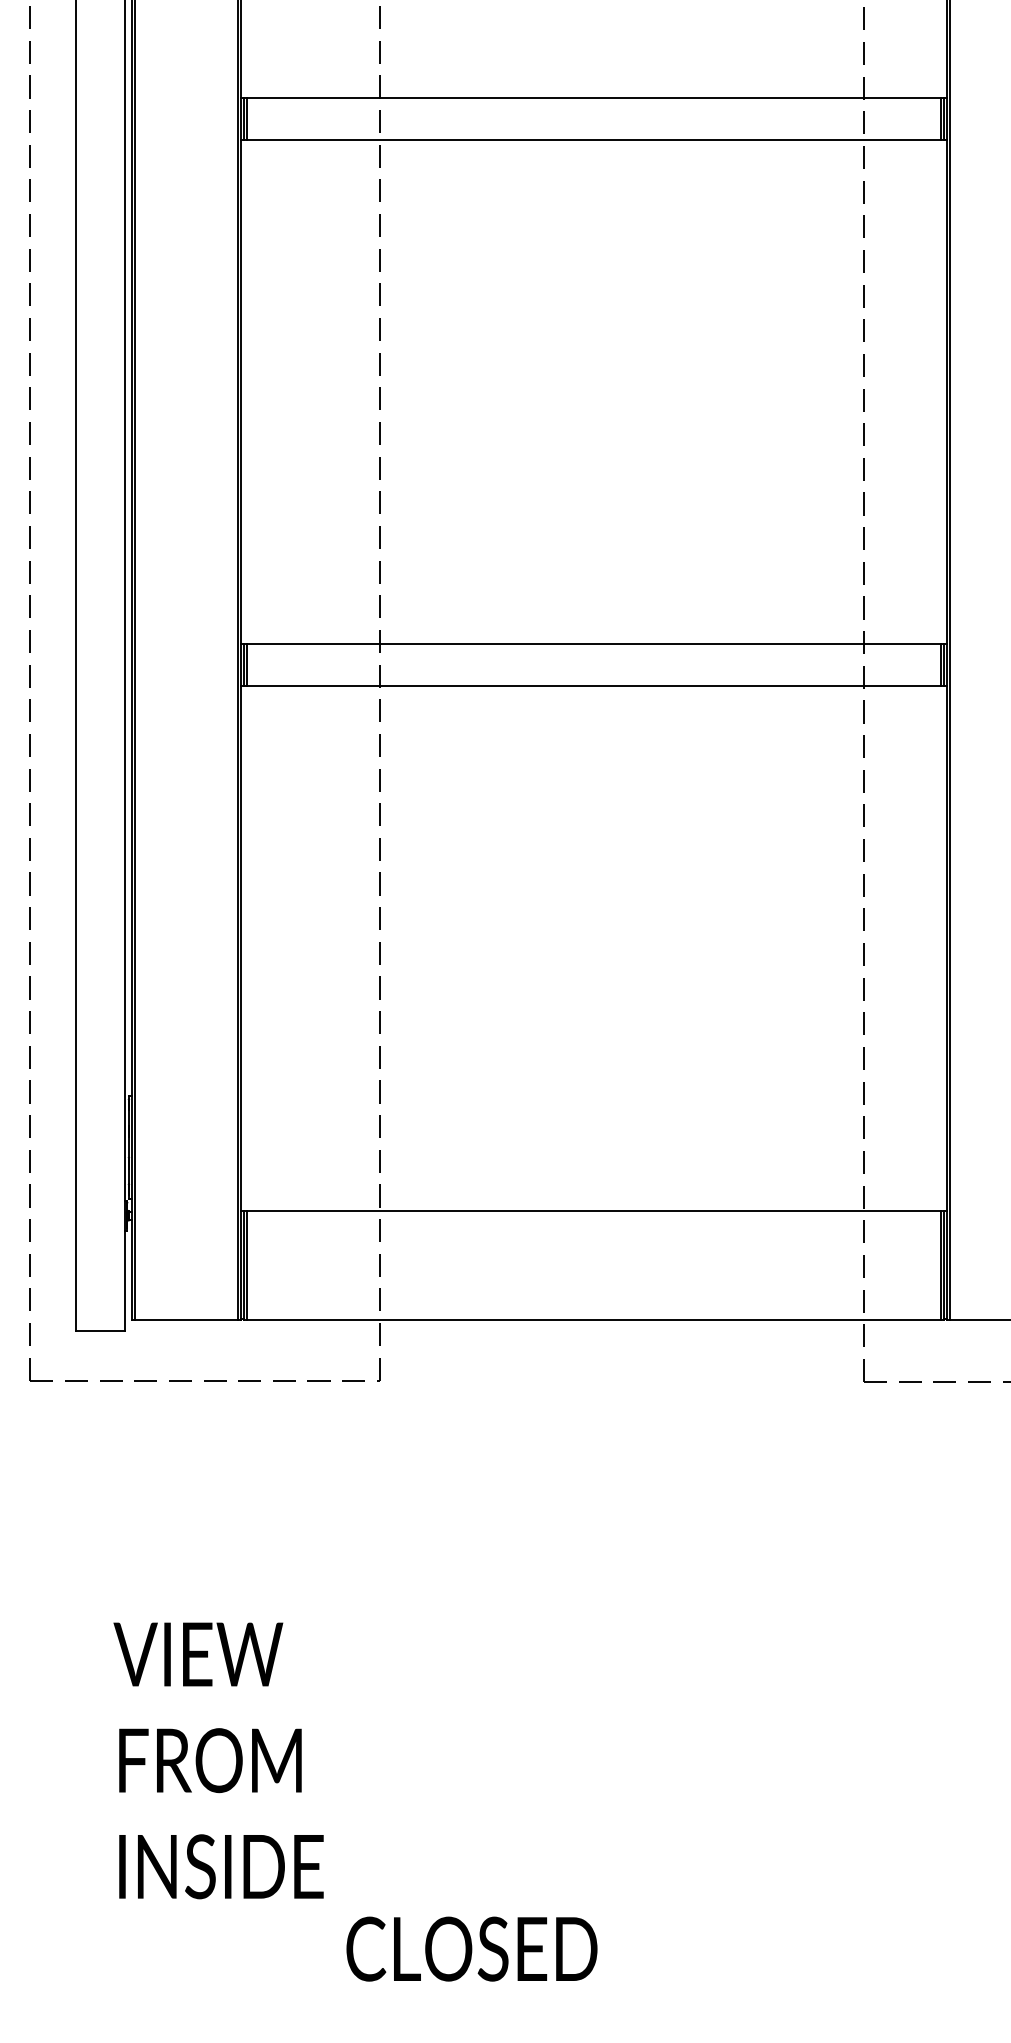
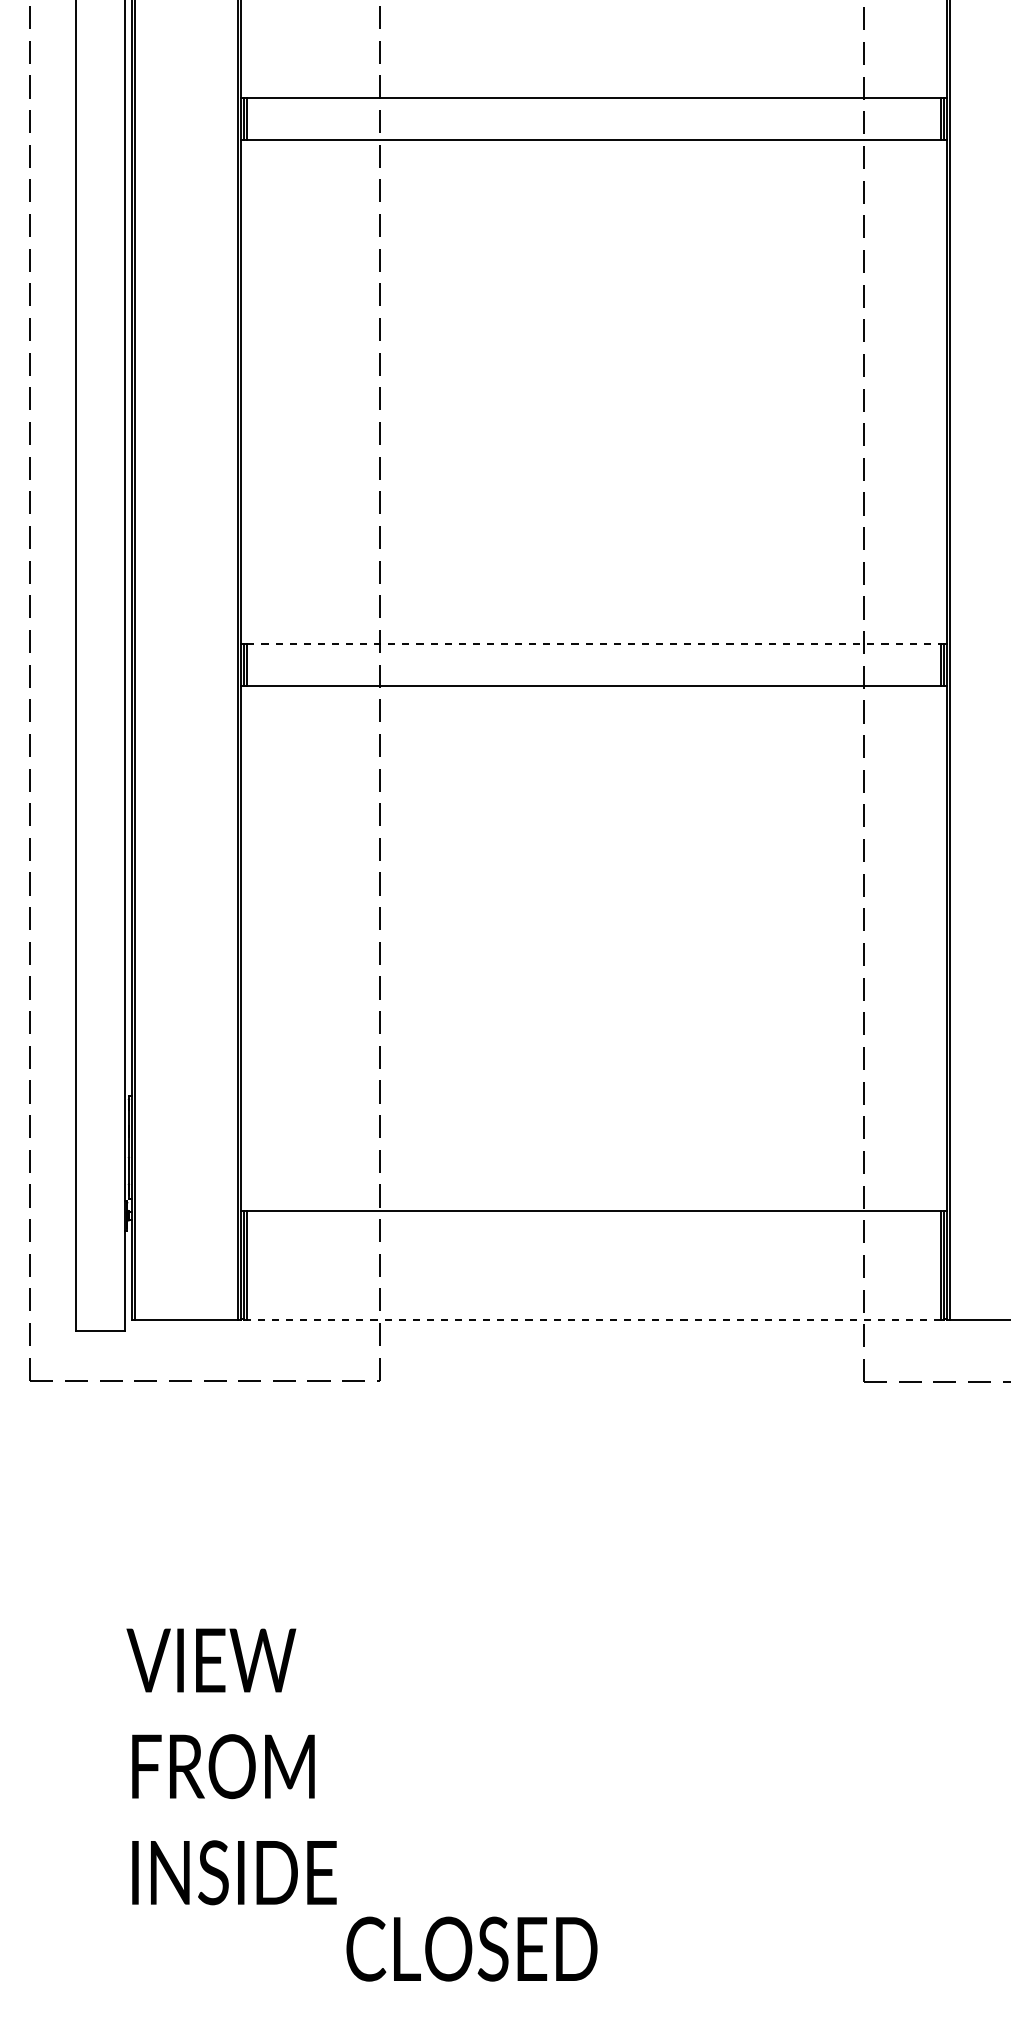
line at (594, 643): solid -> dashed
line at (594, 1320): solid -> dashed
text at (218, 1760) position: (218, 1760) -> (231, 1766)
